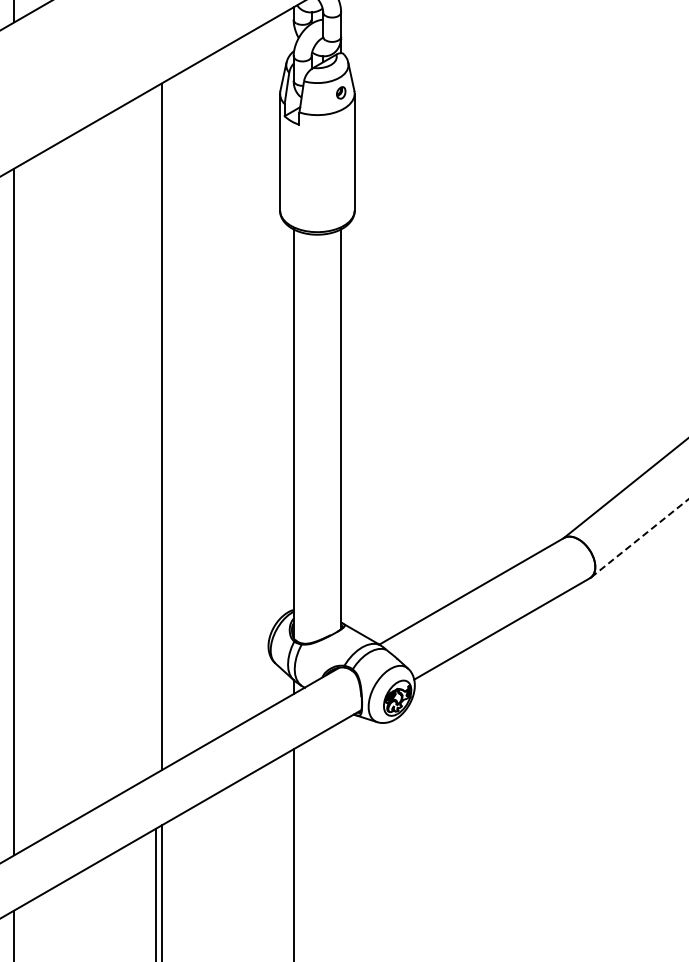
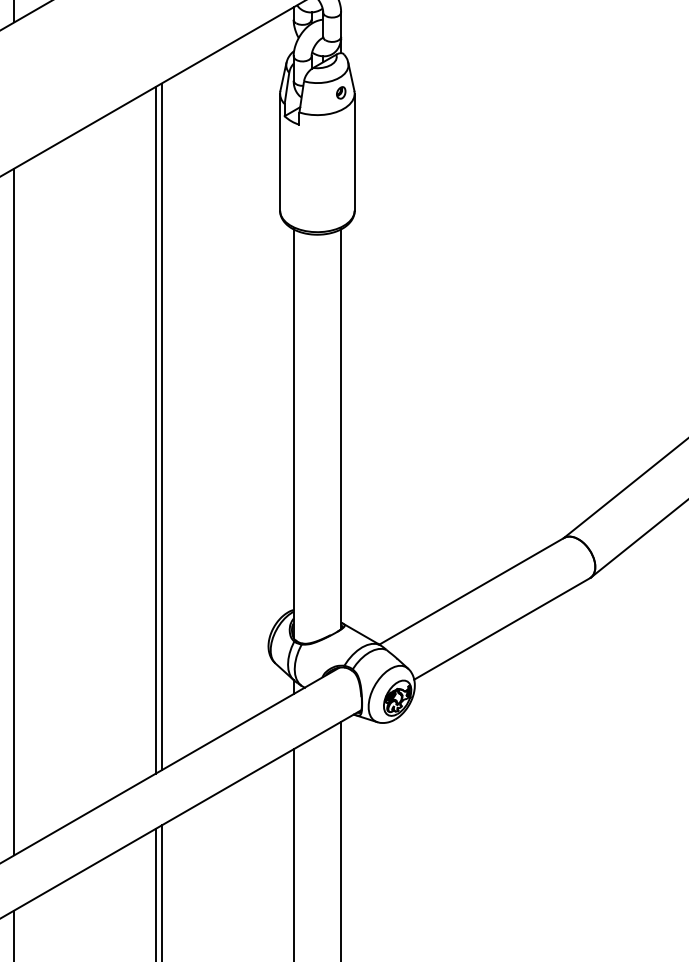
line at (156, 429): none -> present
line at (640, 538): dashed -> solid
line at (341, 839): none -> present
